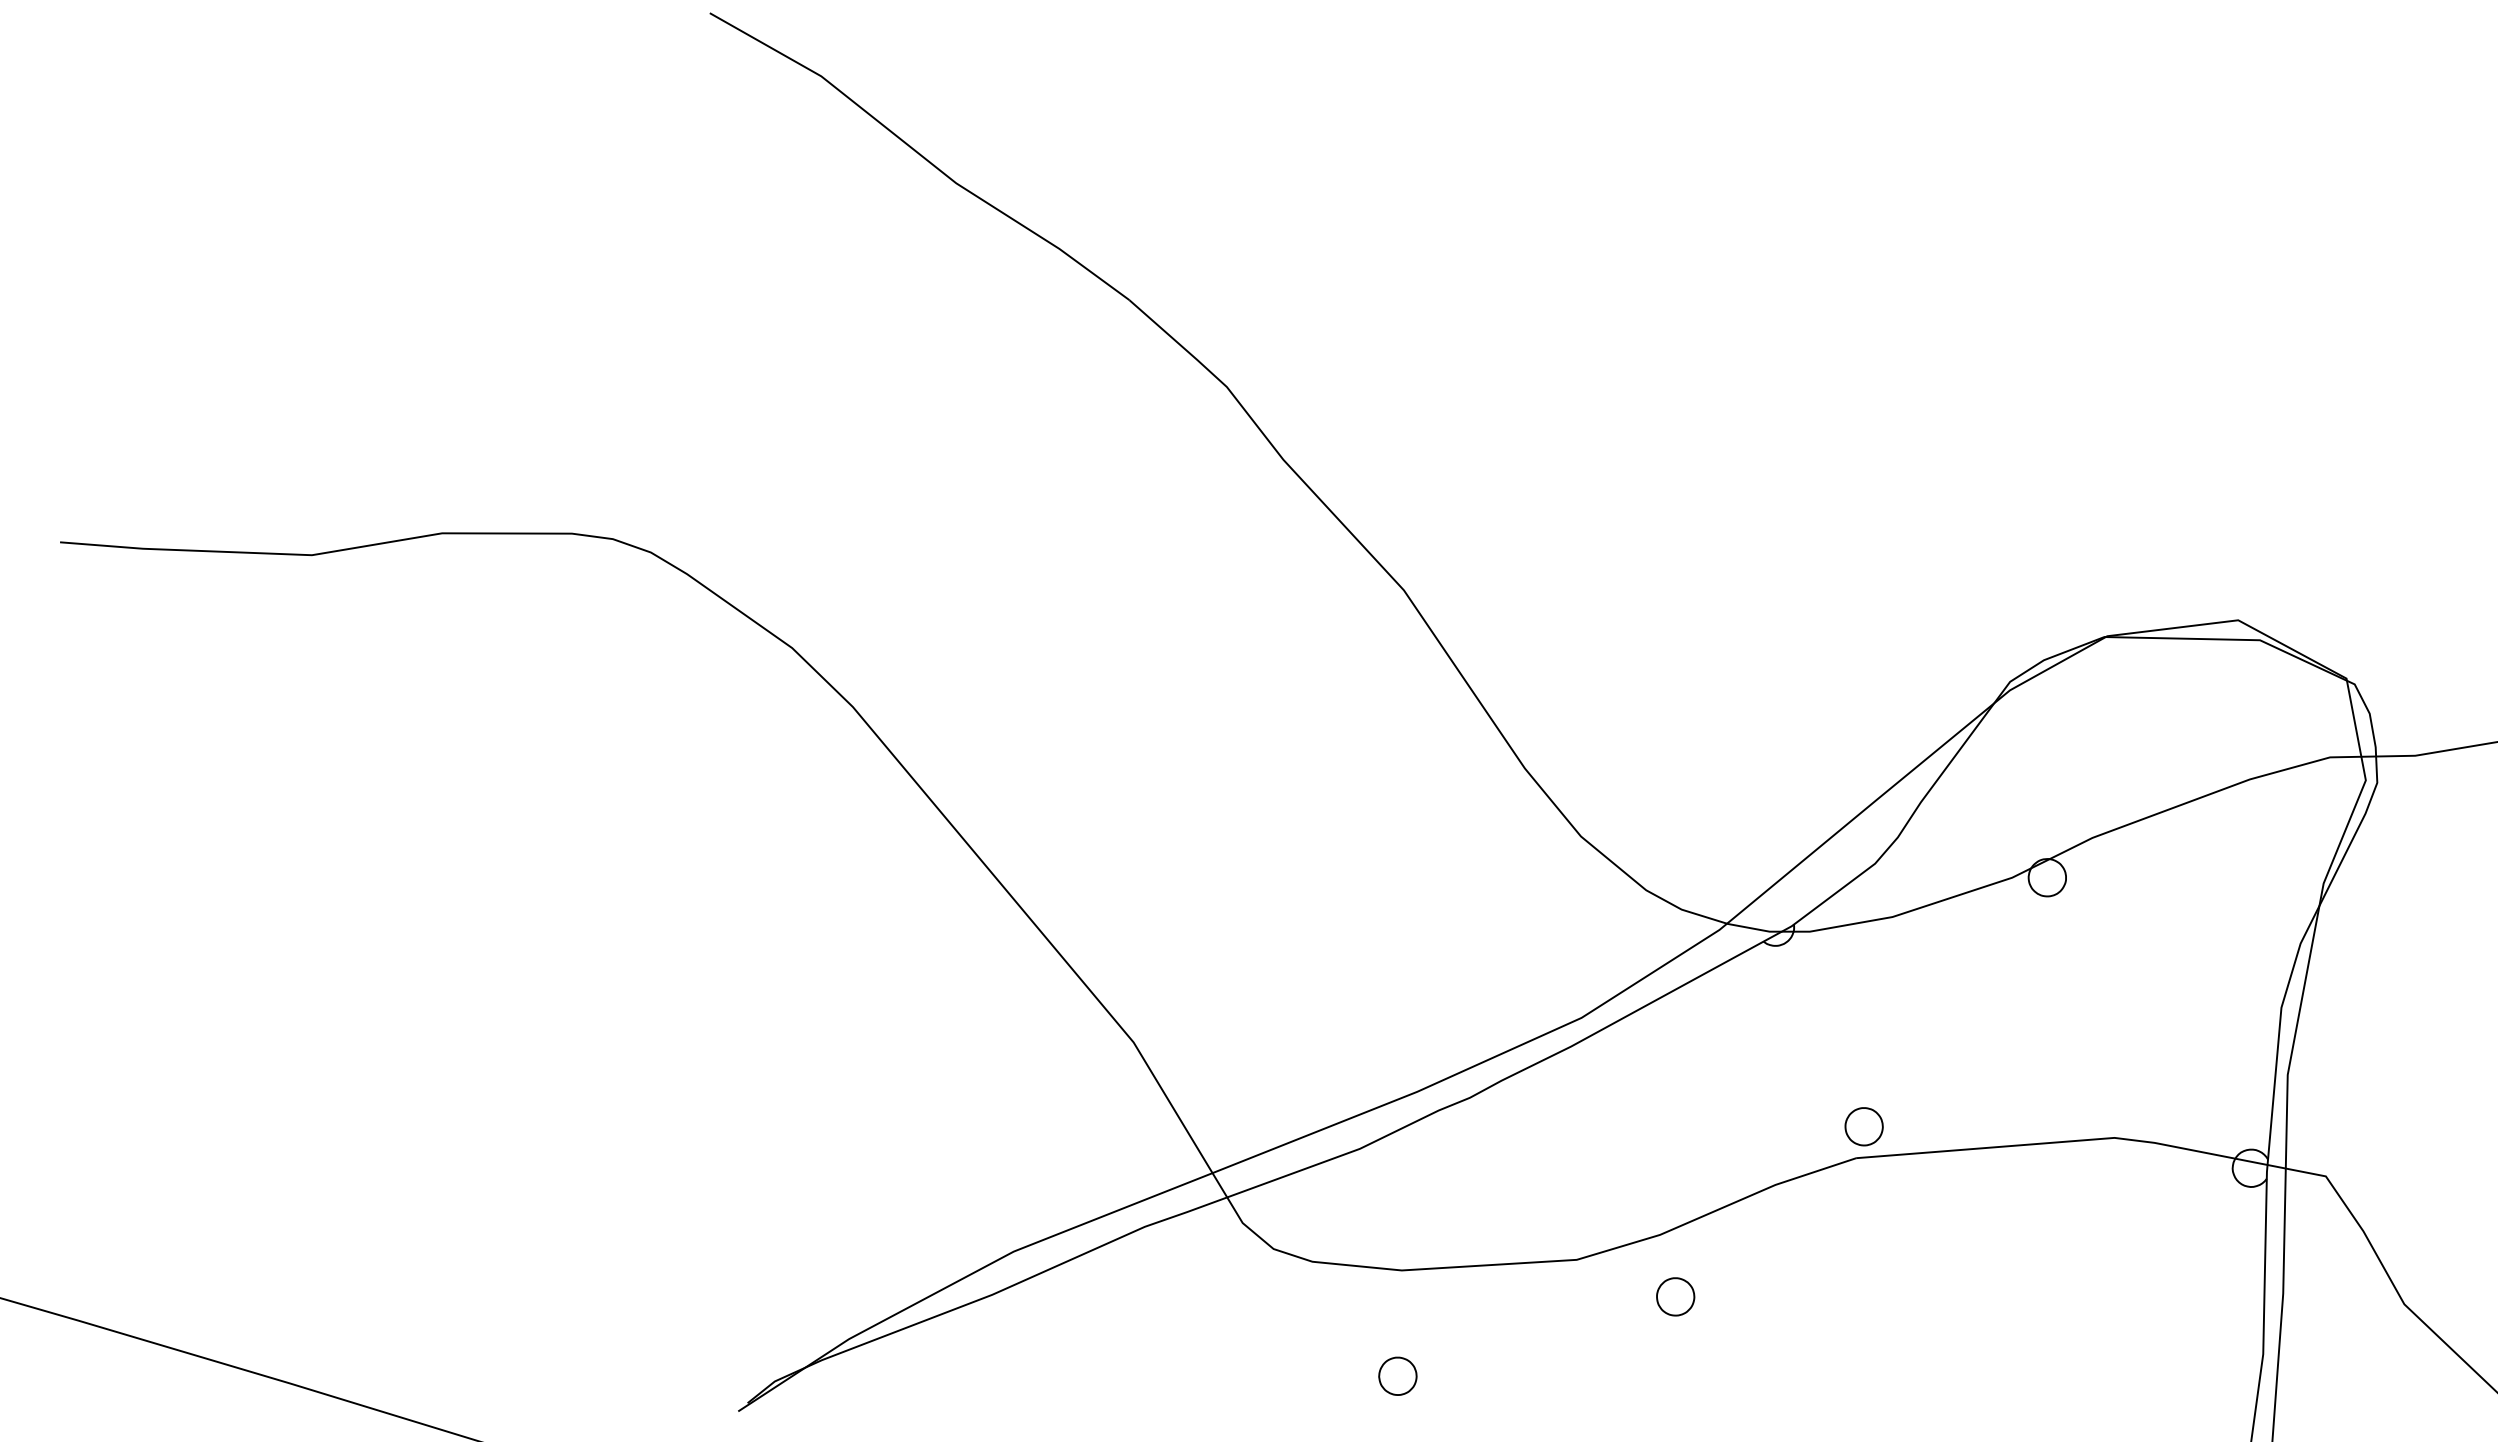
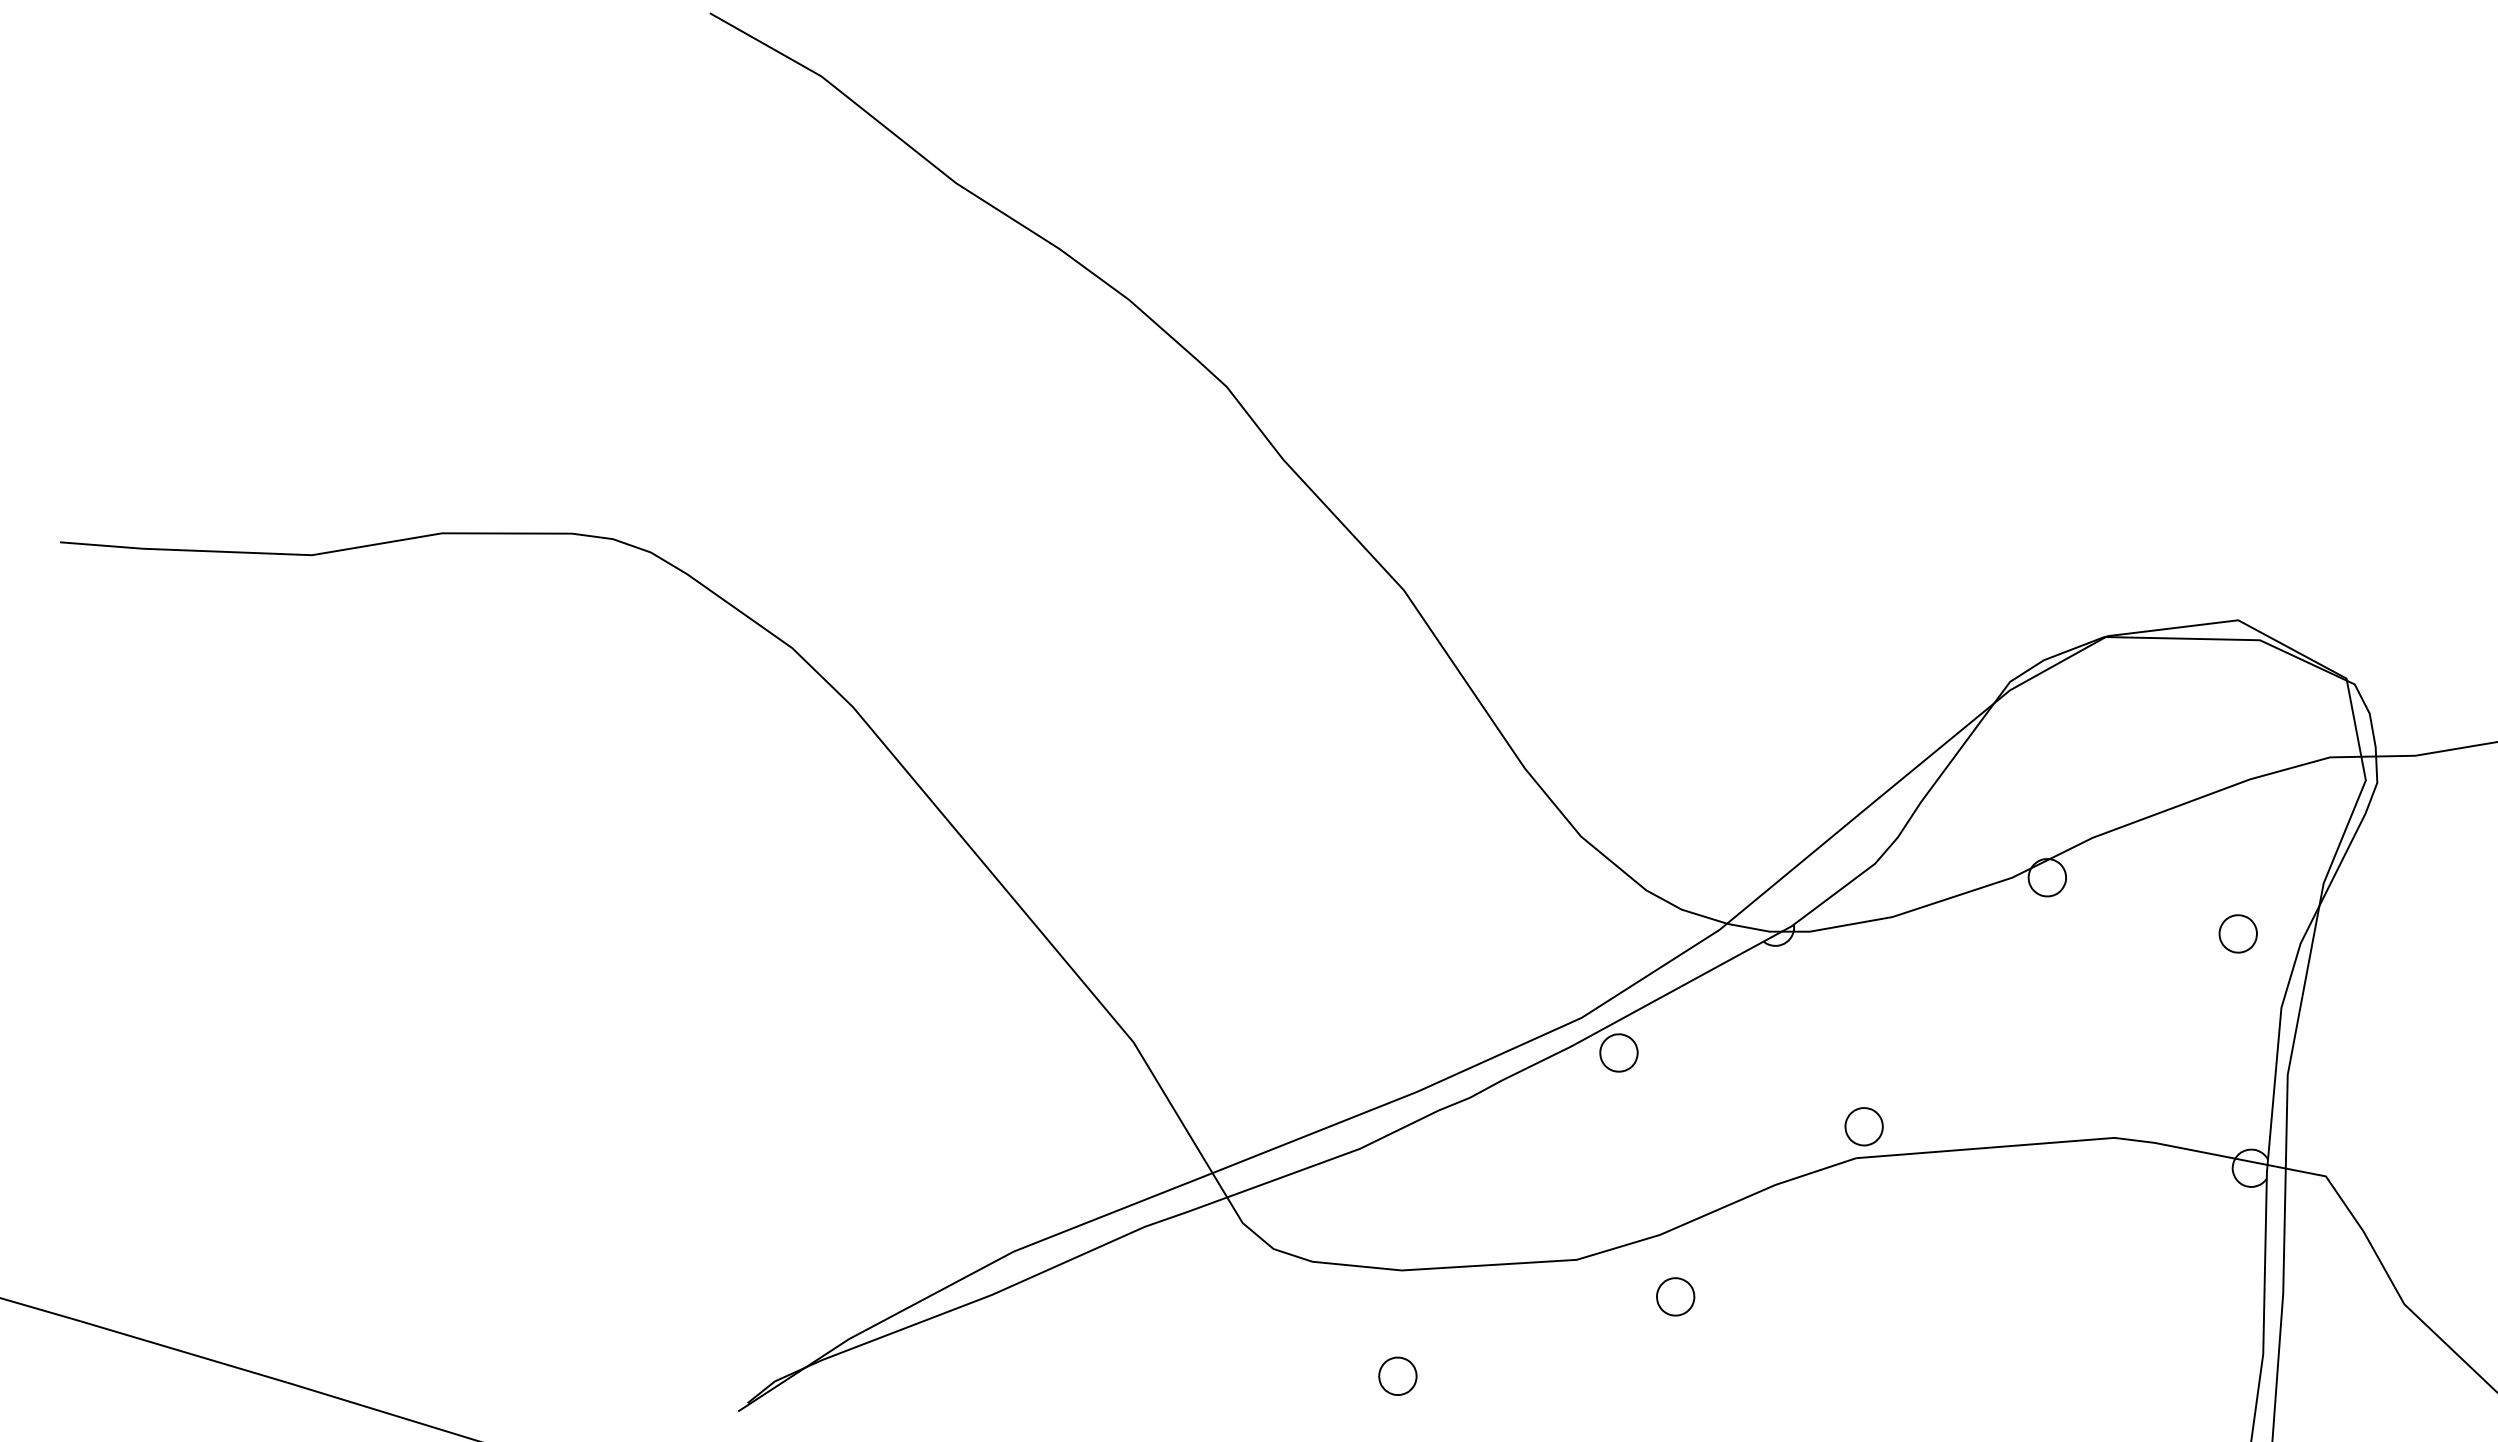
part at (2237, 933): none -> present
part at (1618, 1052): none -> present
